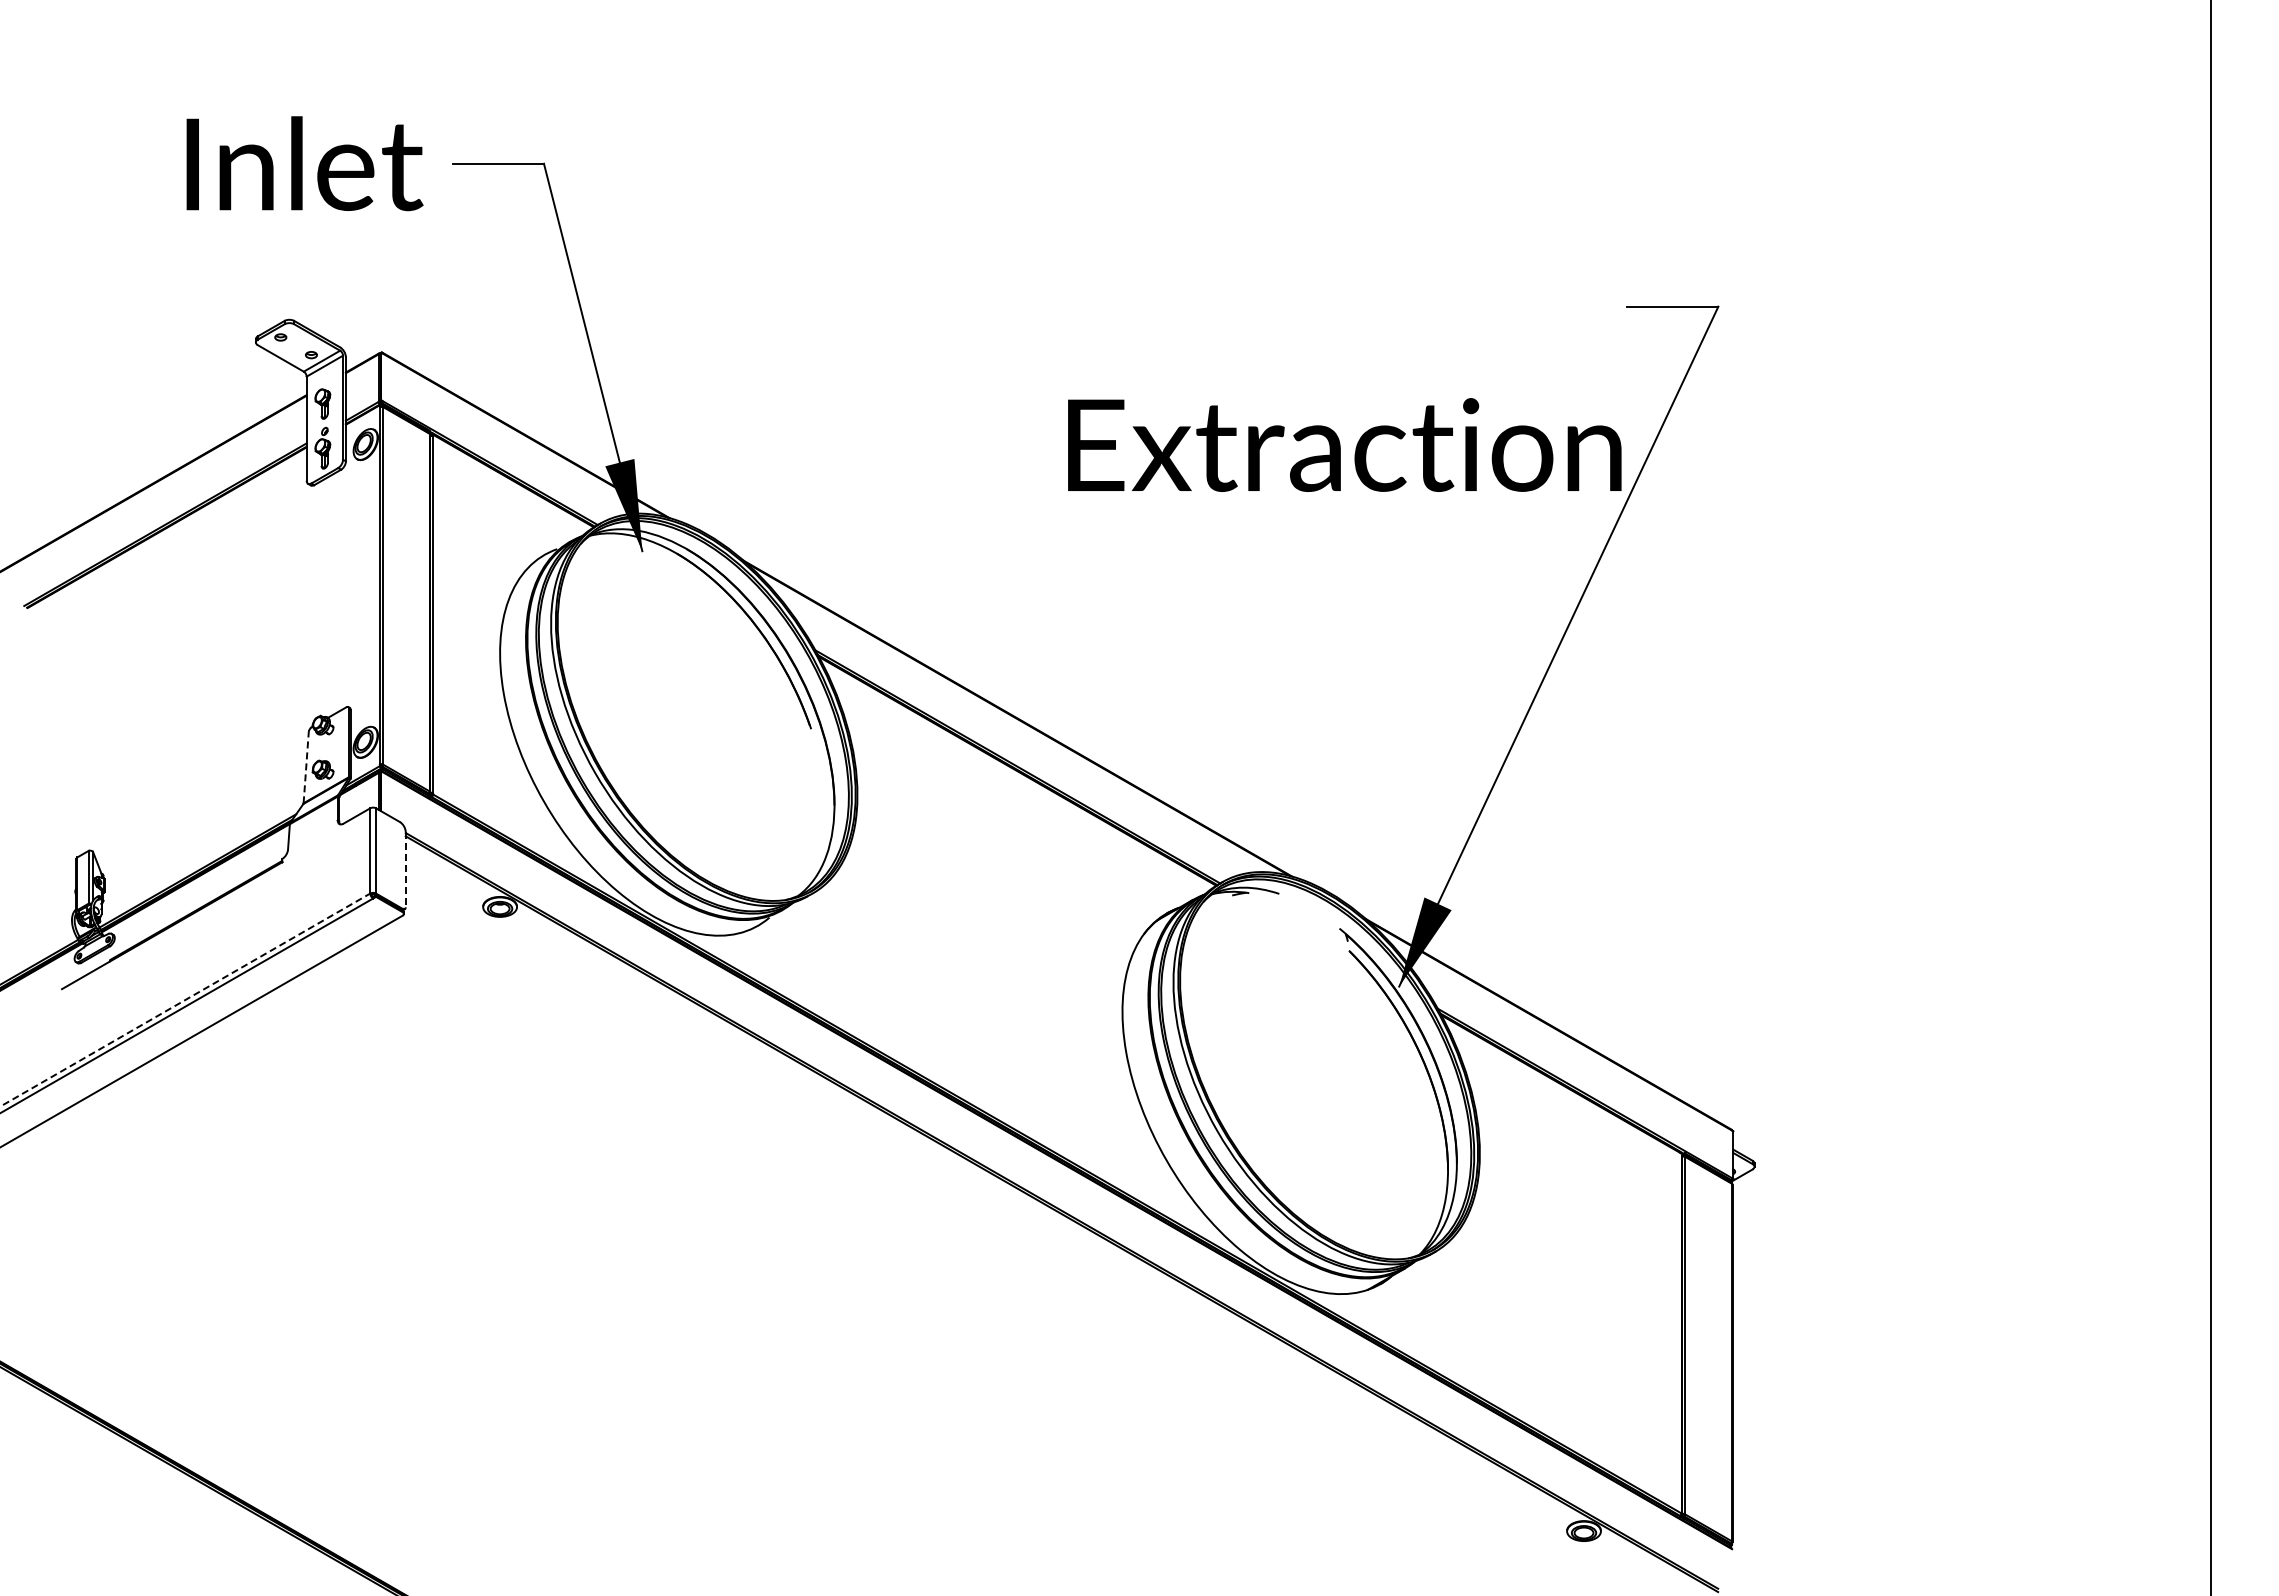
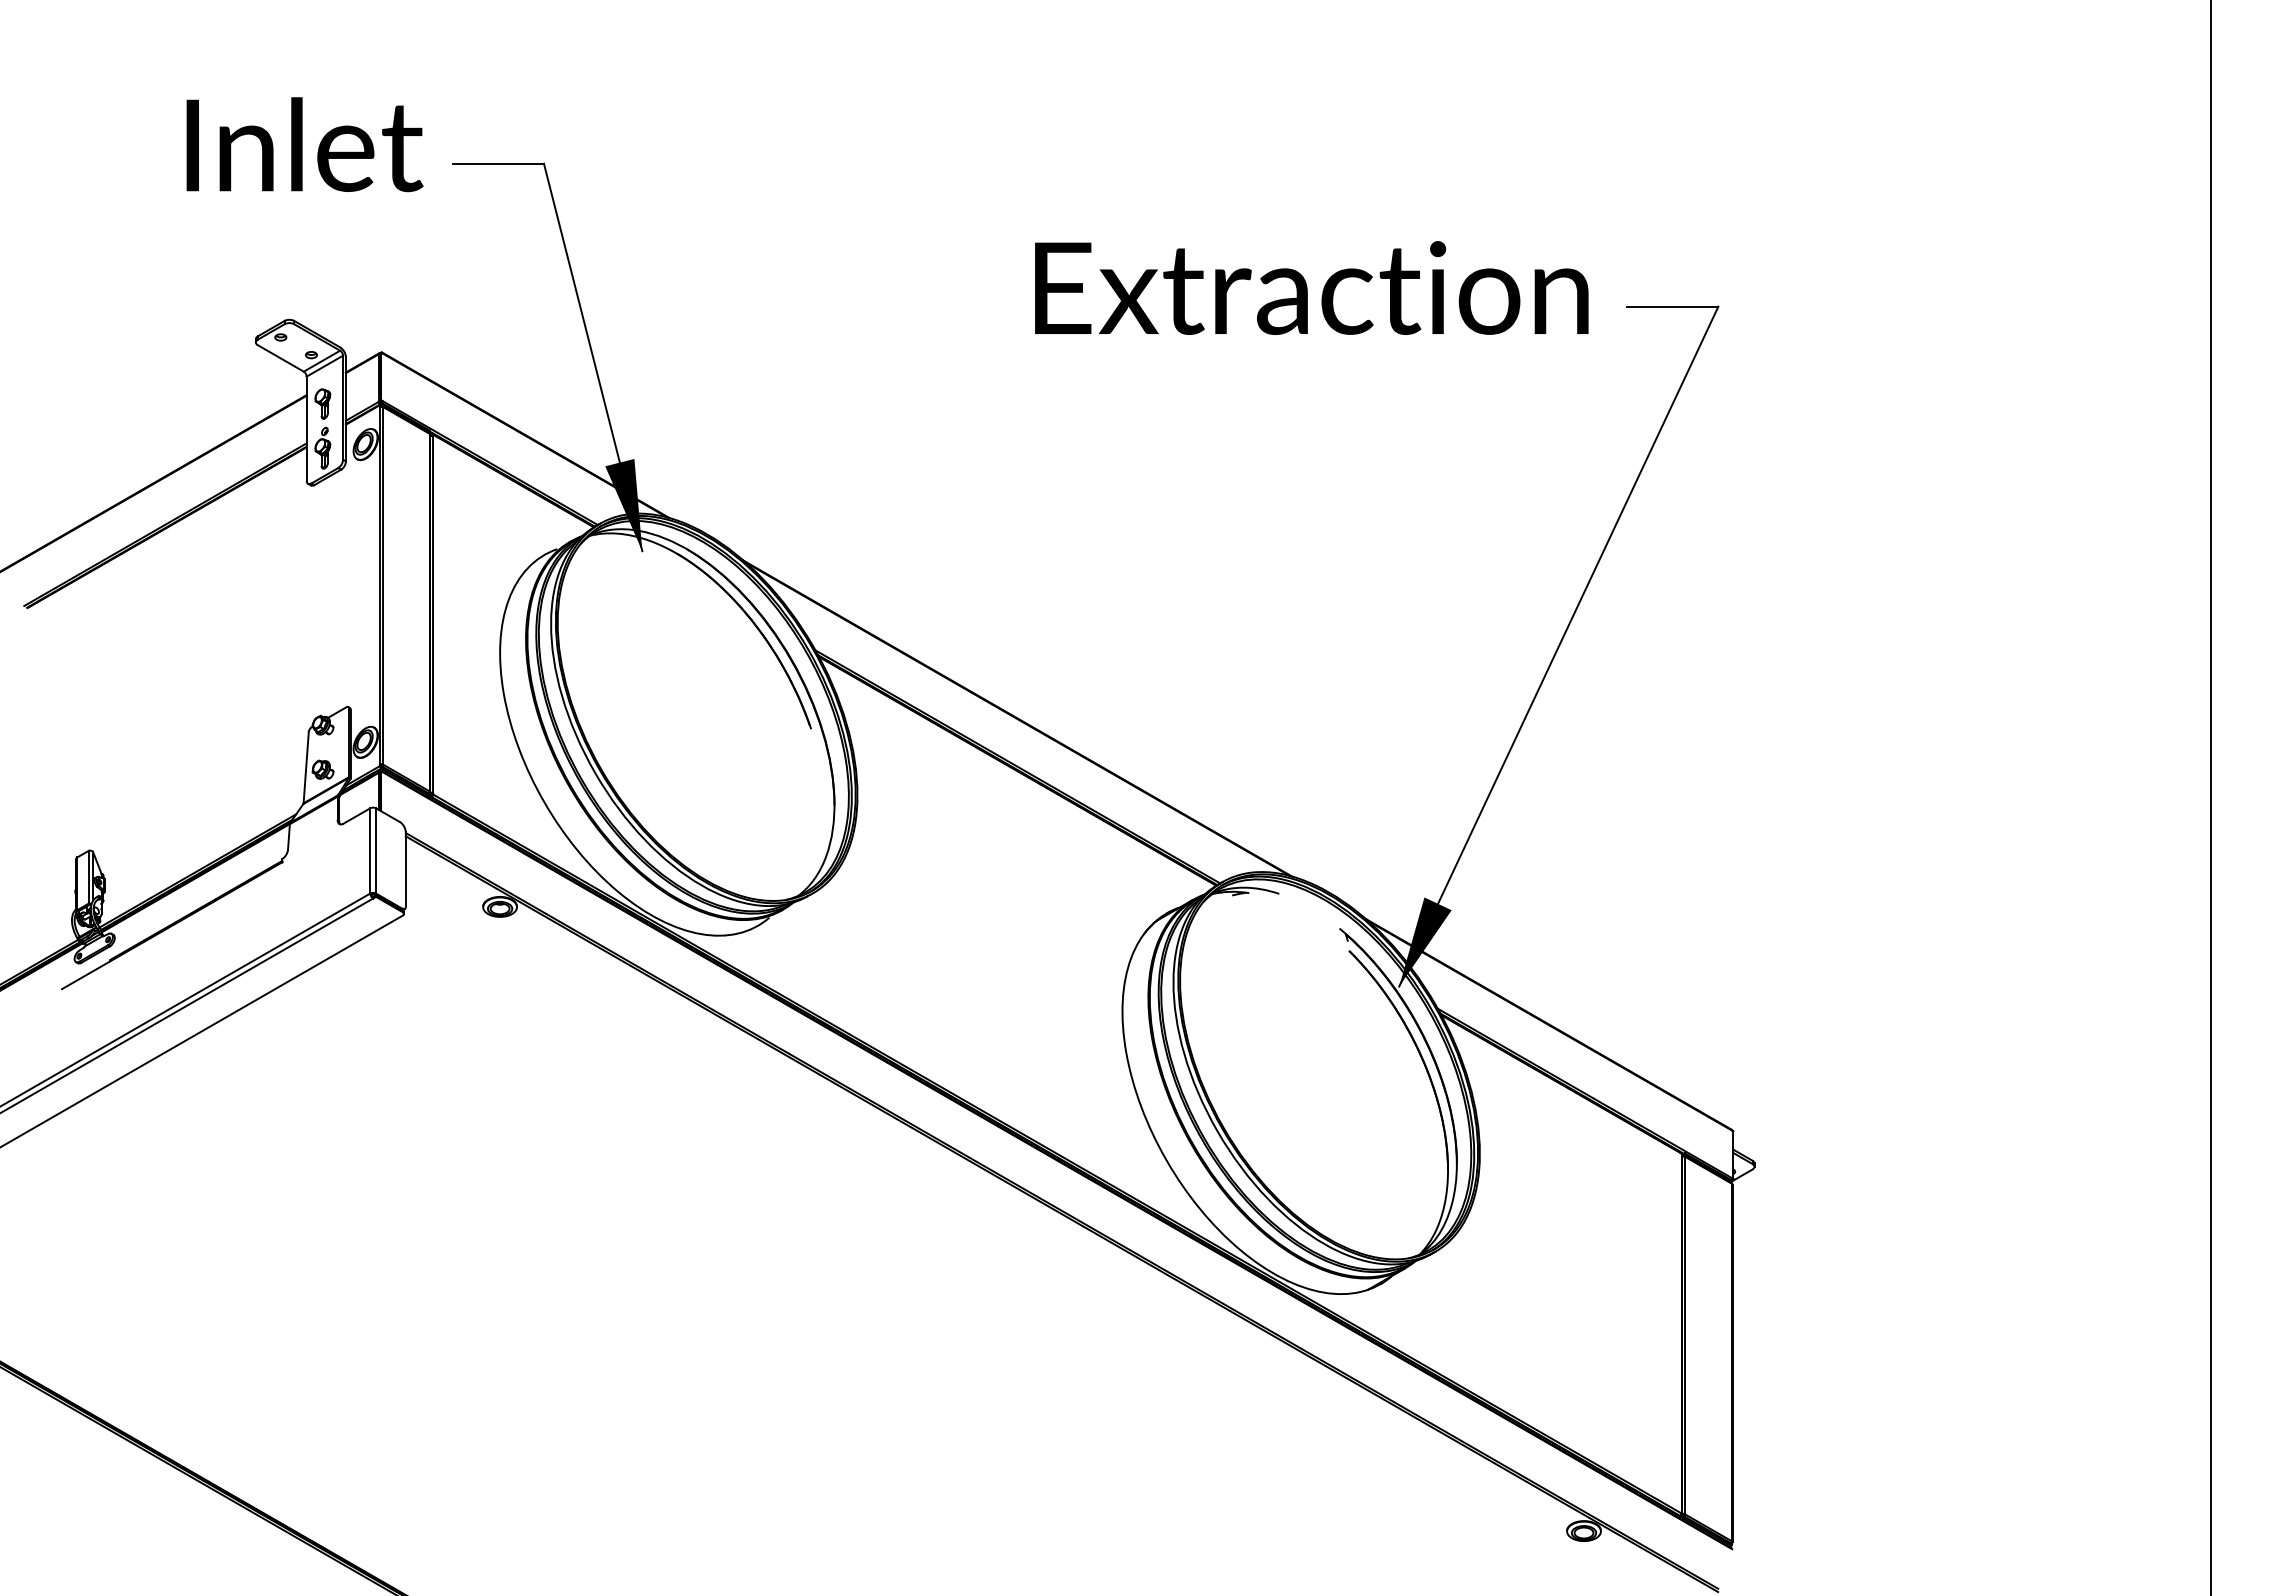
text at (304, 163) position: (304, 163) -> (304, 144)
text at (1344, 444) position: (1344, 444) -> (1311, 287)
line at (306, 767): dashed -> solid
line at (405, 869): dashed -> solid
line at (185, 999): dashed -> solid
